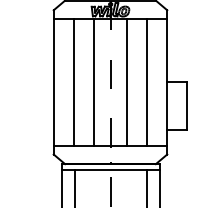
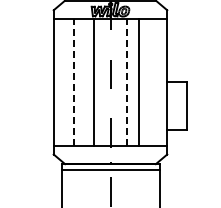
line at (73, 82): solid -> dashed
line at (126, 82): solid -> dashed
line at (147, 82) position: (147, 82) -> (139, 82)
line at (74, 186): present -> none
line at (146, 186): present -> none
